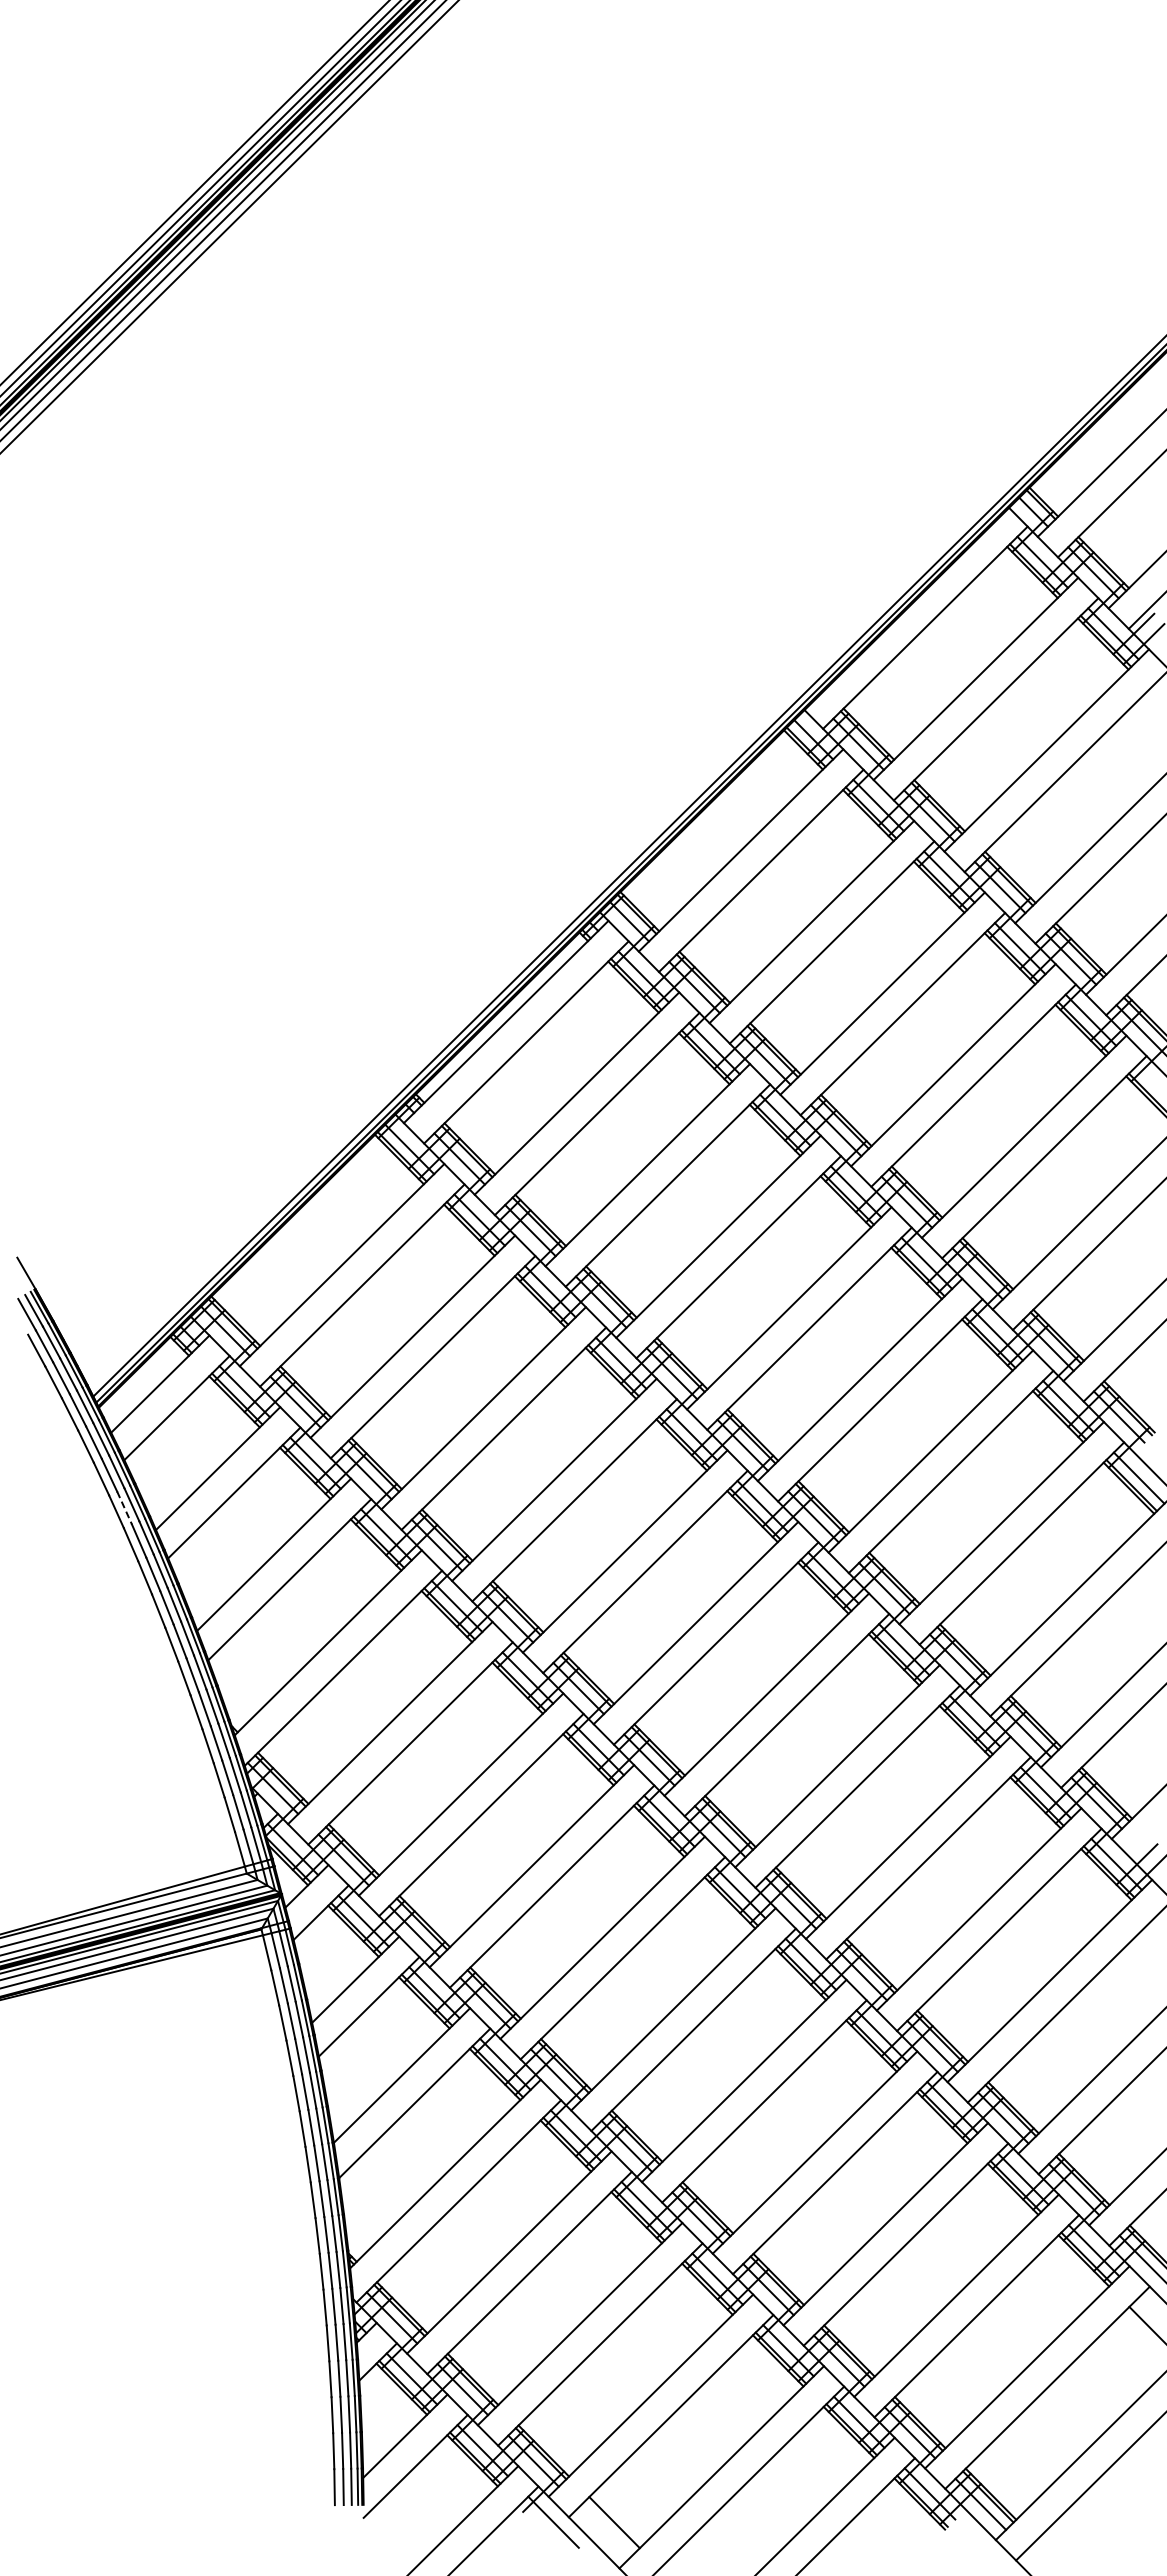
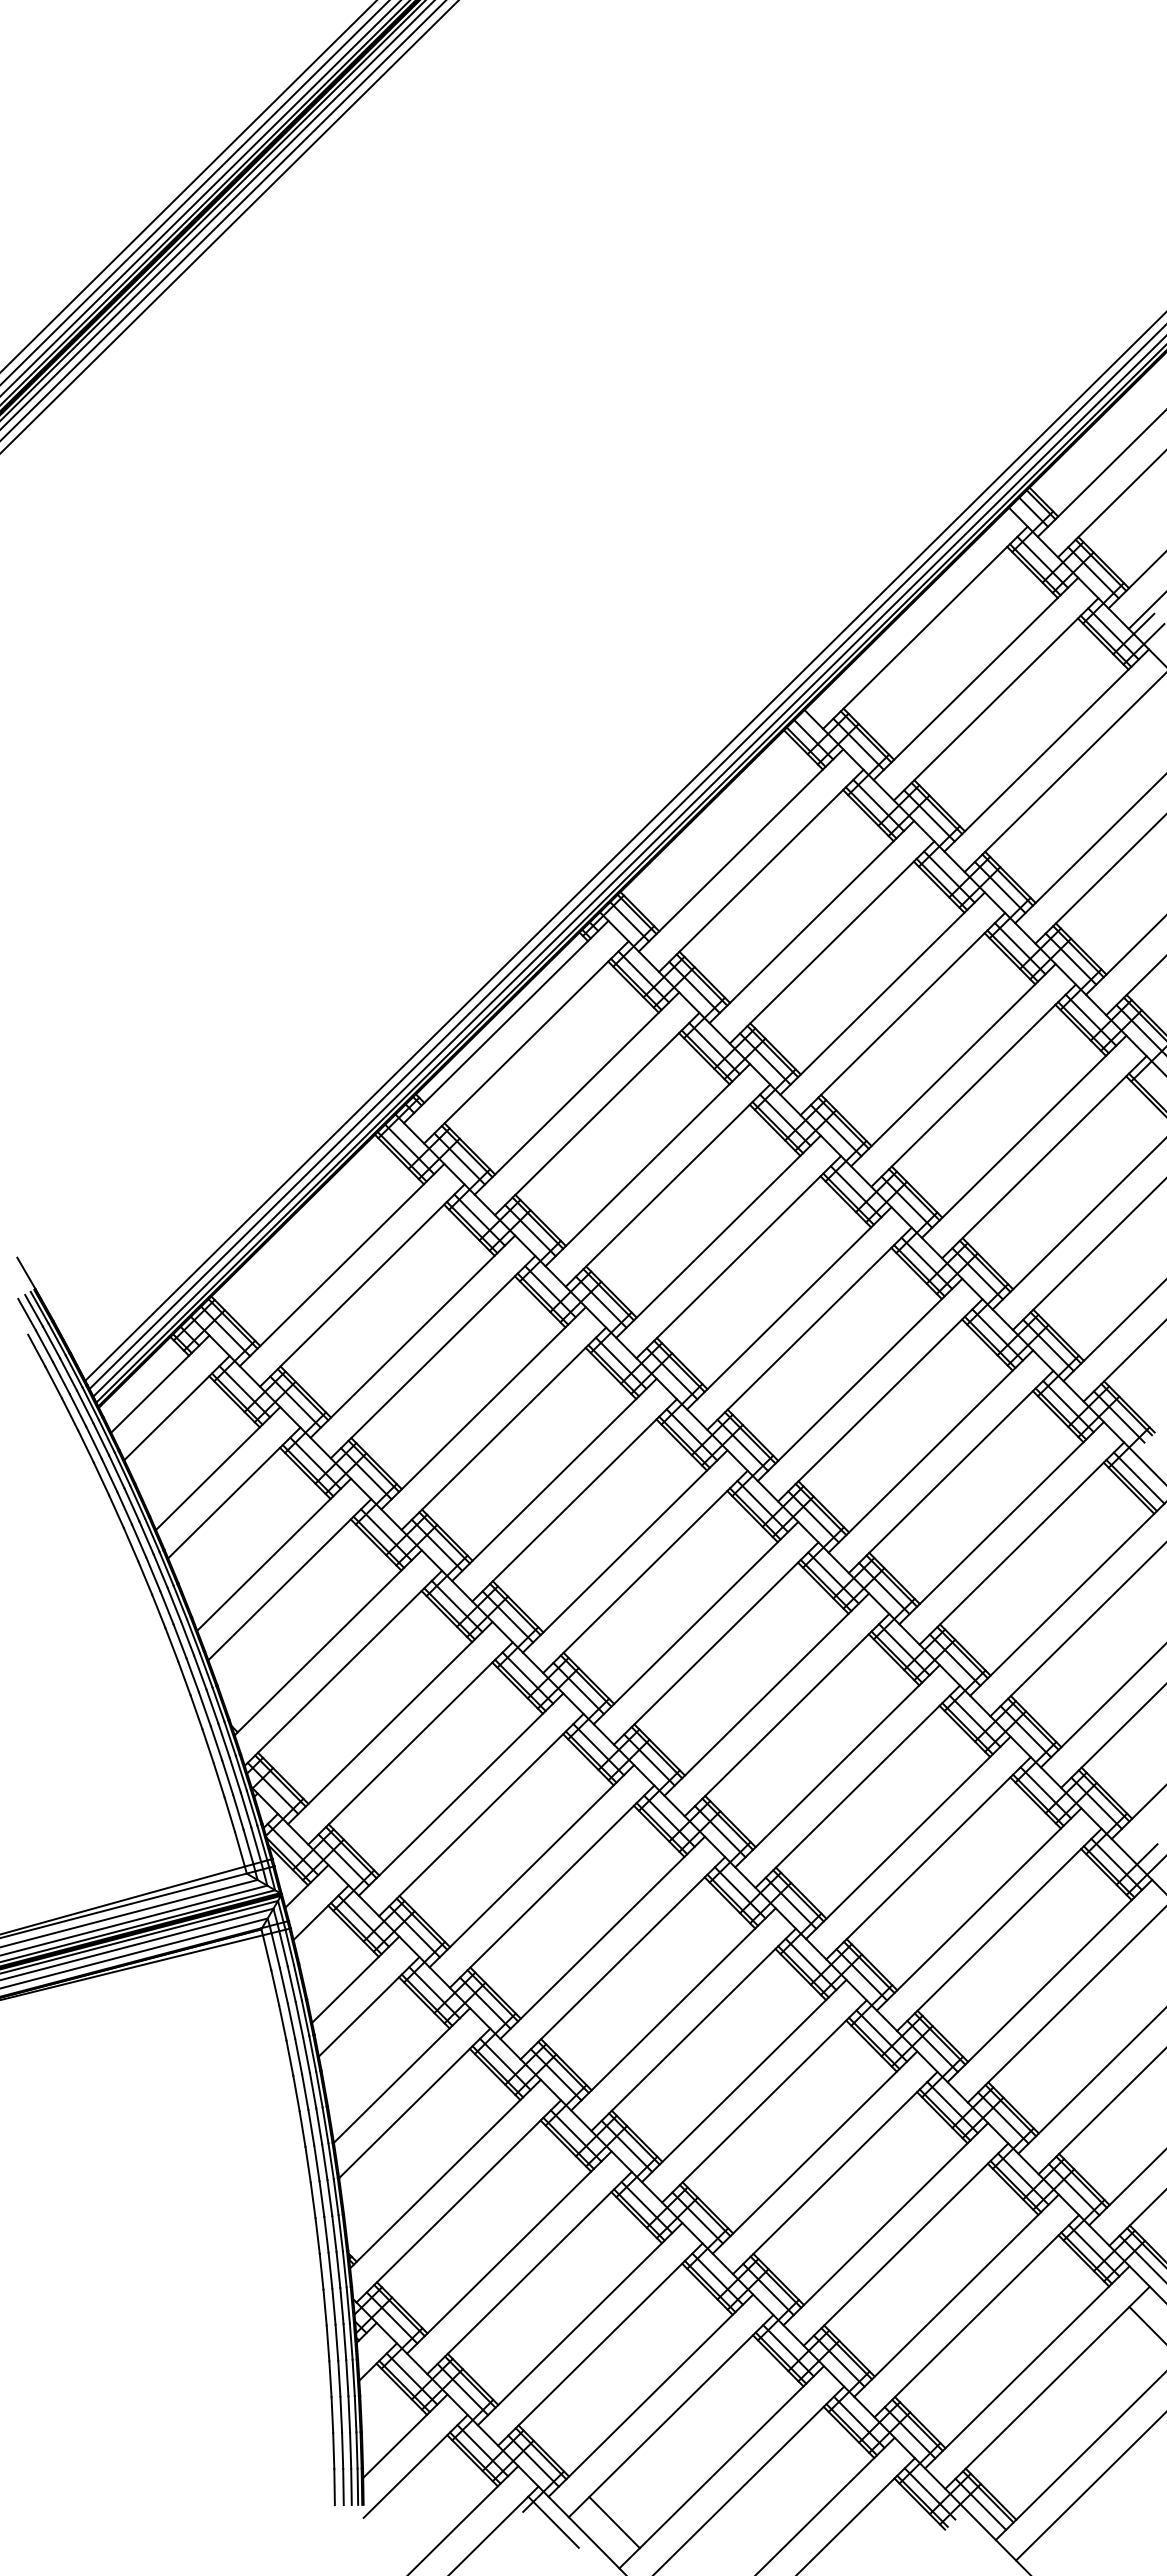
line at (188, 186): none -> present
line at (624, 847): none -> present
line at (626, 858): none -> present
line at (124, 1508): dashed -> solid
